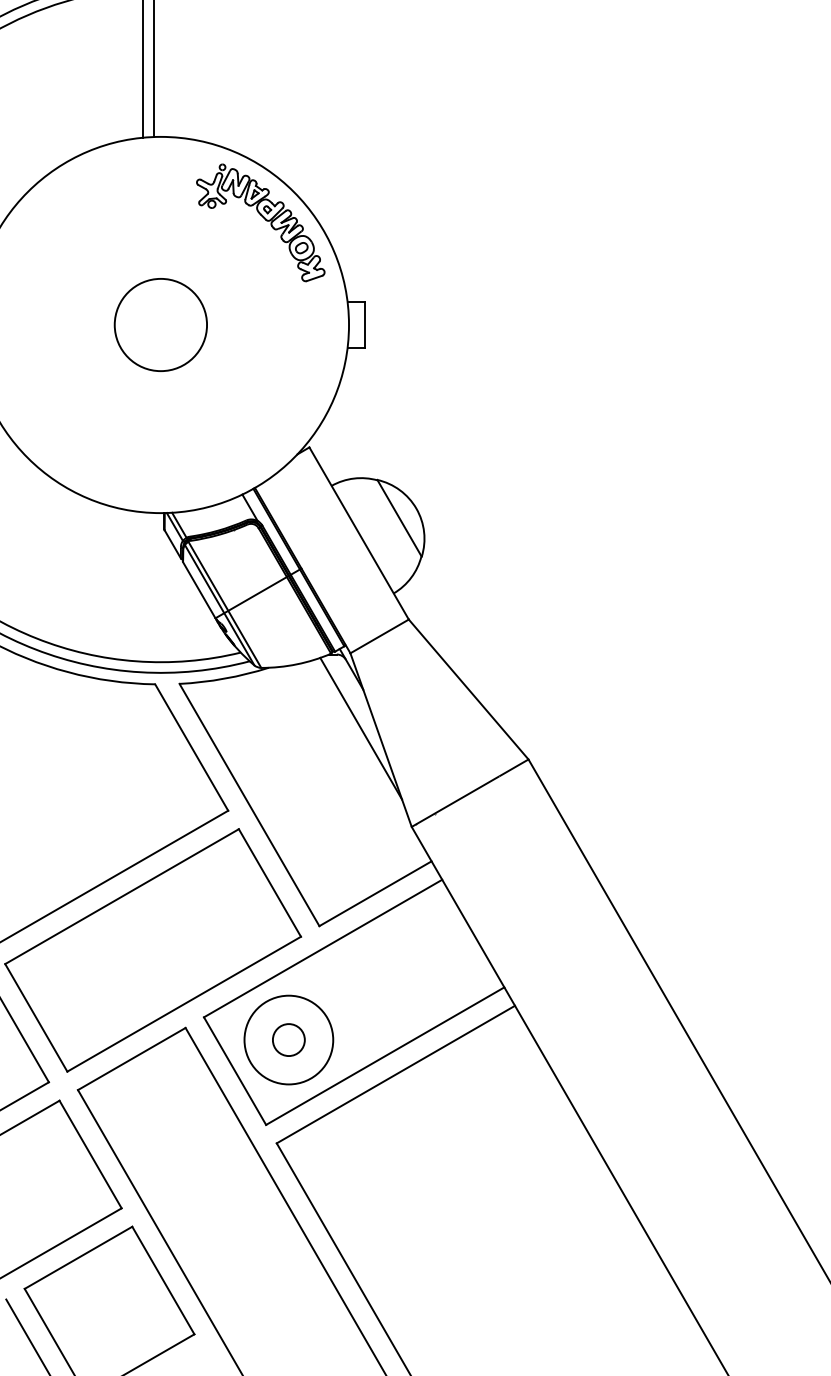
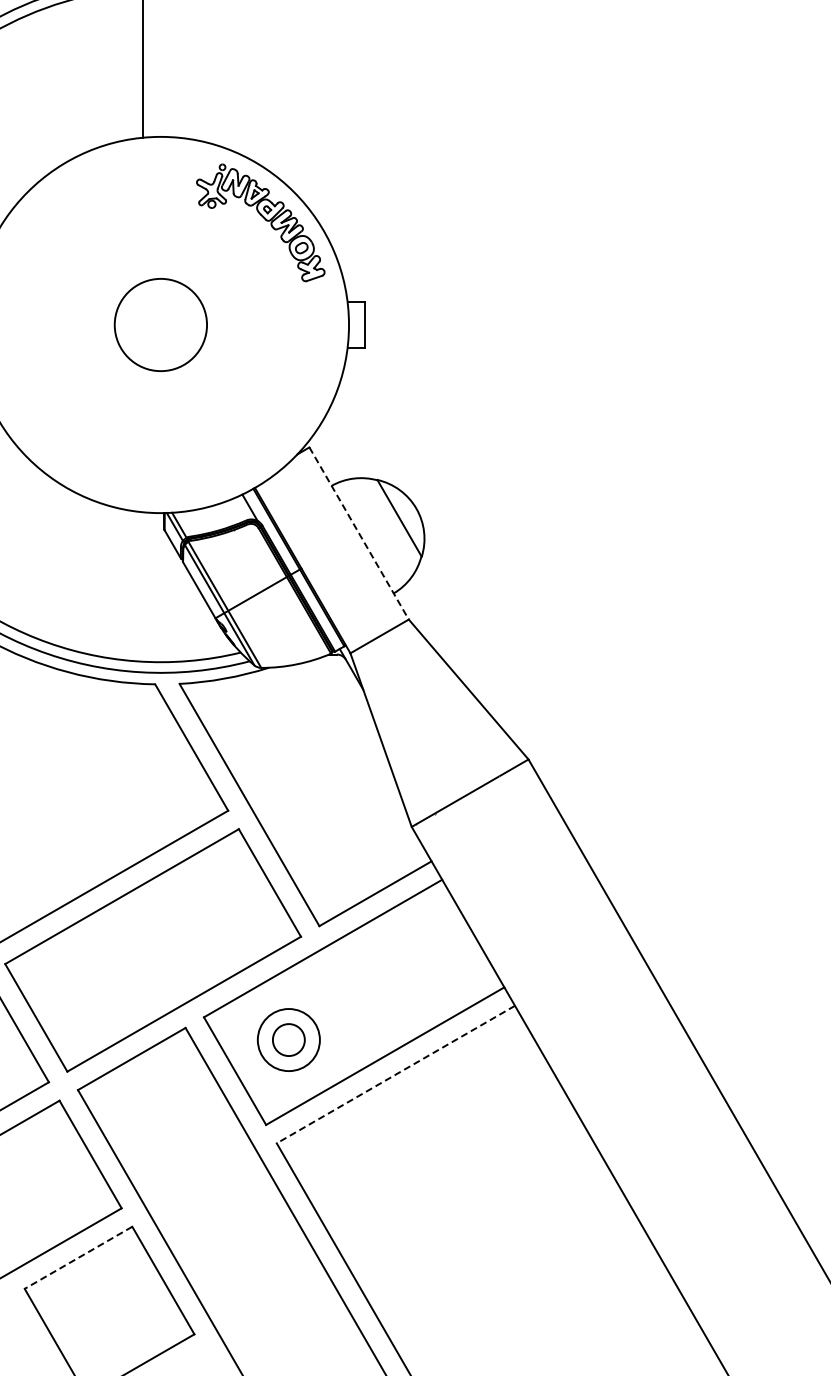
line at (153, 69): present -> none
line at (359, 533): solid -> dashed
line at (361, 728): present -> none
circle at (288, 1039) diameter: 89 px -> 62 px
line at (395, 1074): solid -> dashed
line at (78, 1258): solid -> dashed
line at (27, 1335): present -> none
